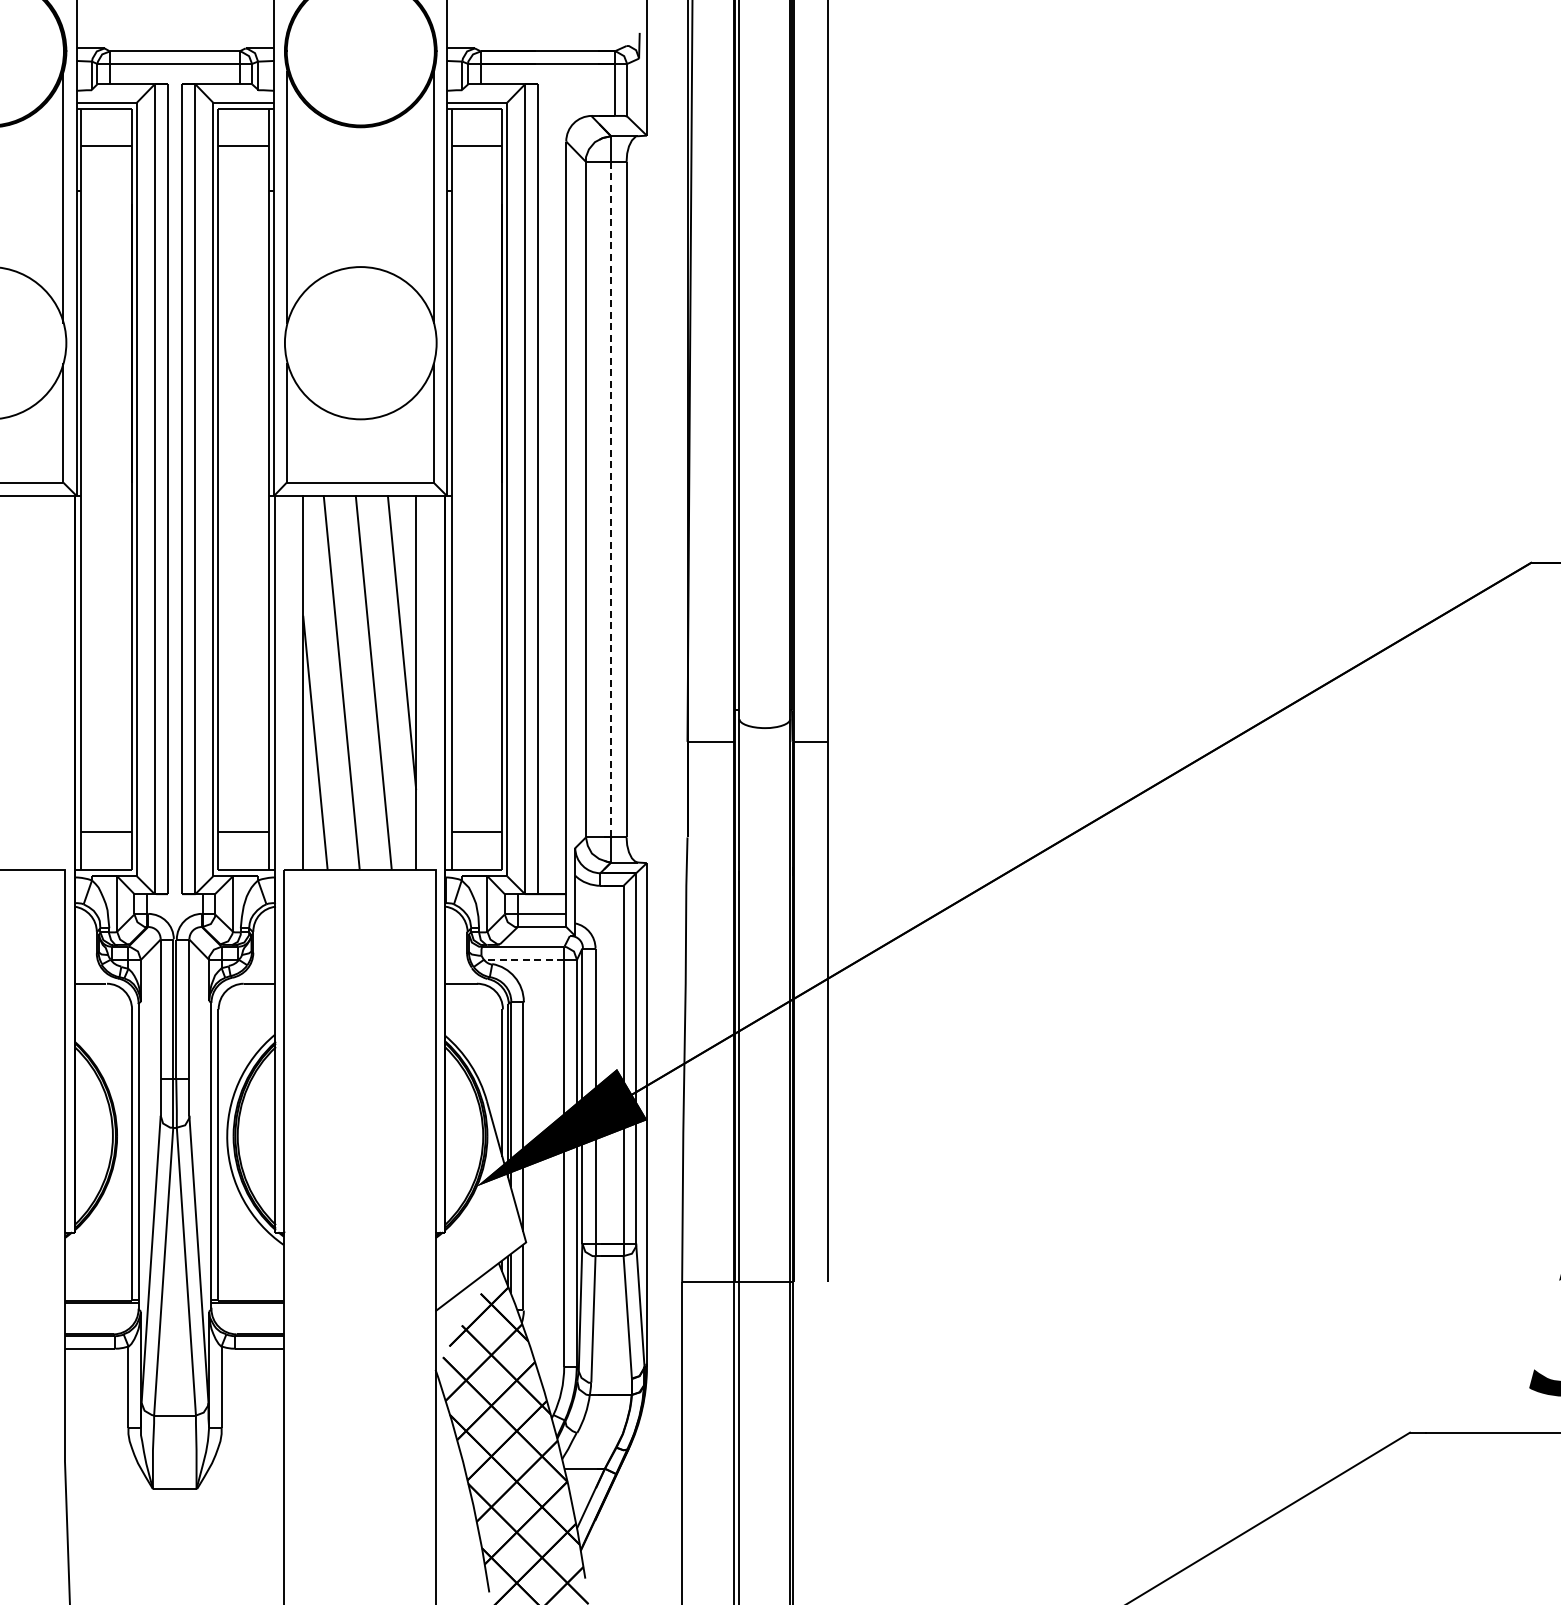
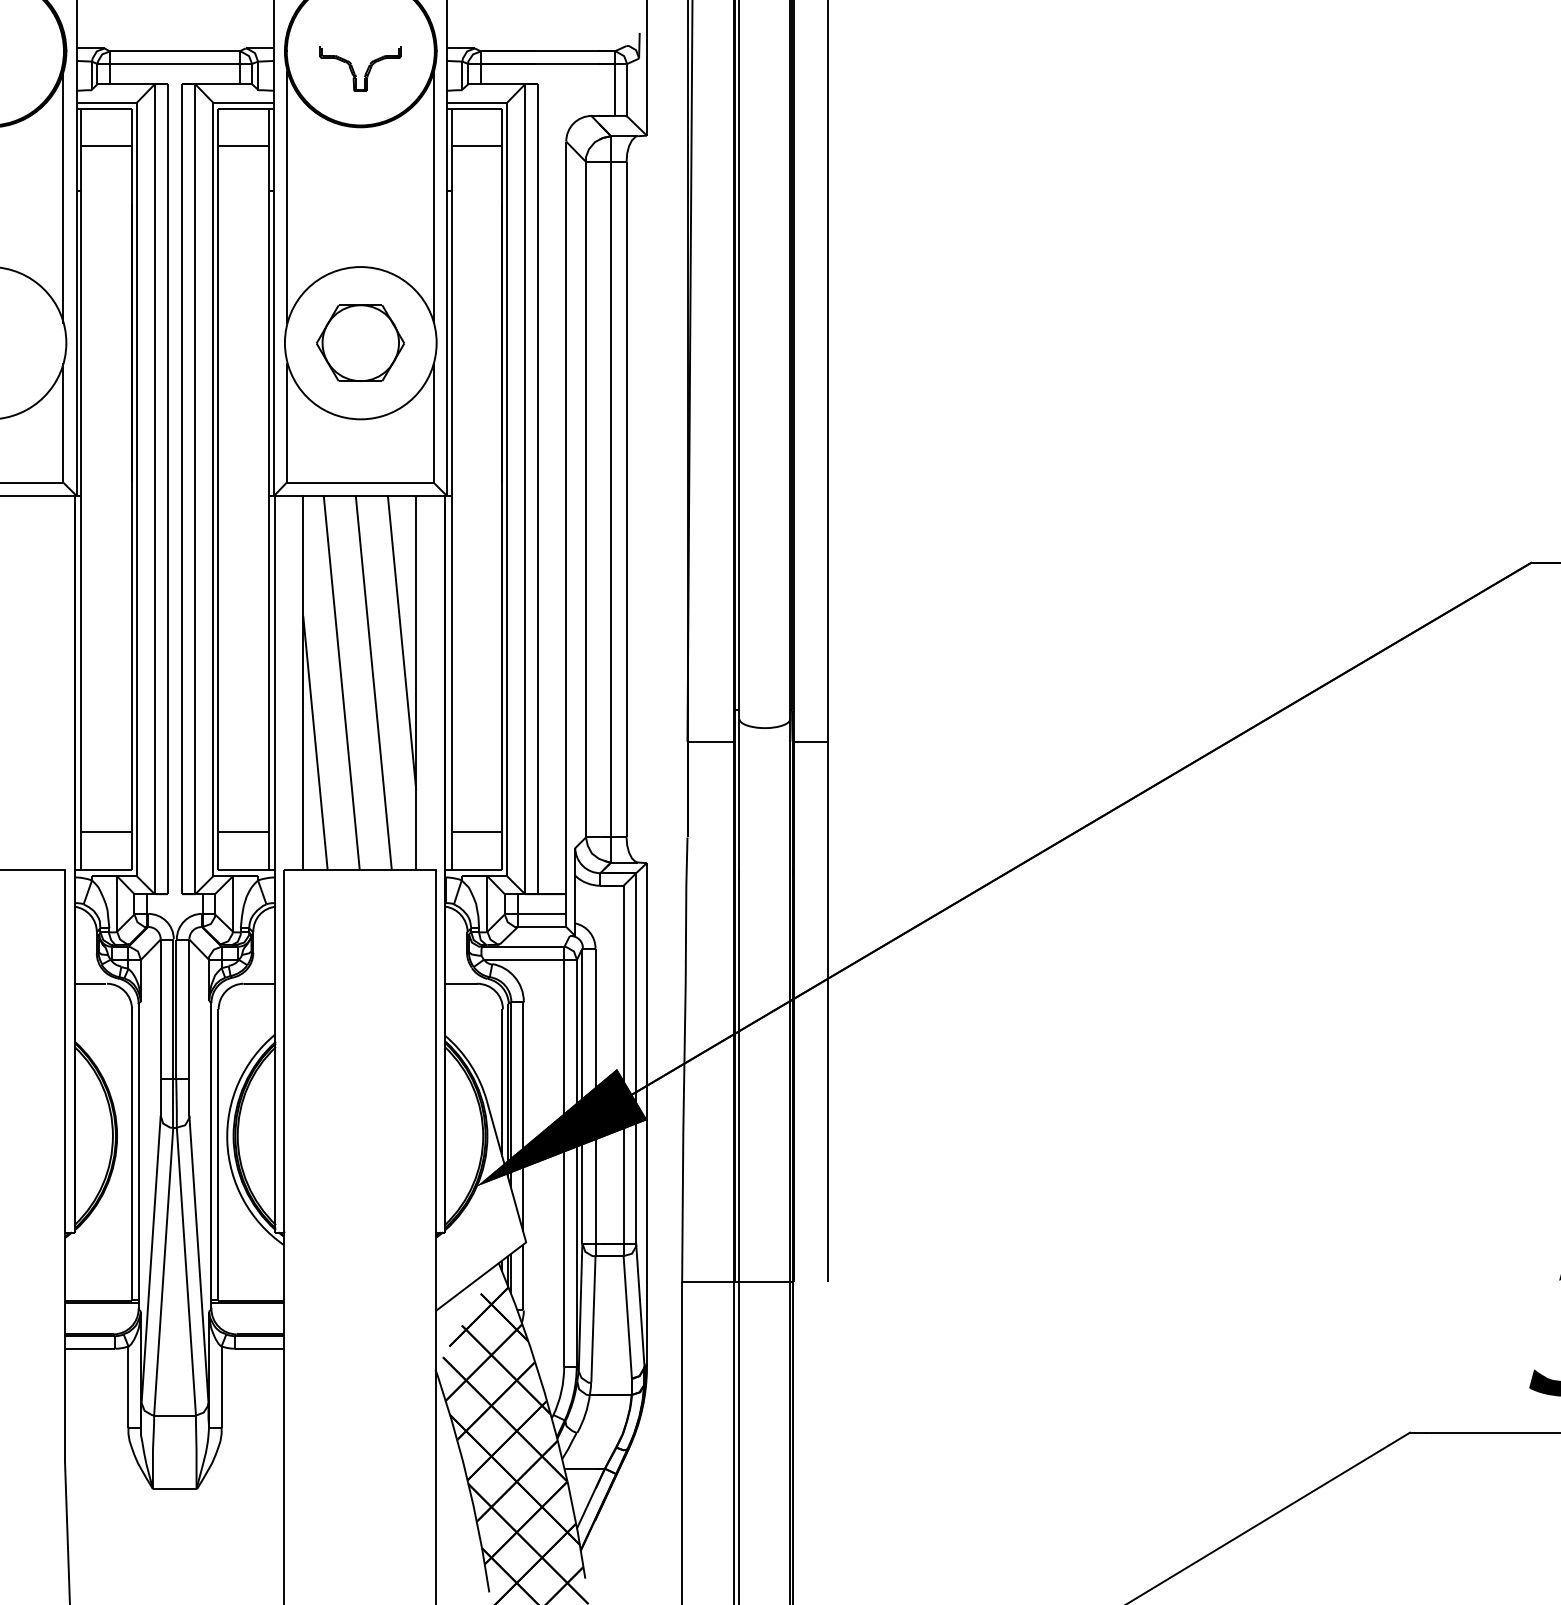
part at (366, 69): none -> present
part at (360, 342): none -> present
line at (611, 500): dashed -> solid
line at (523, 959): dashed -> solid
